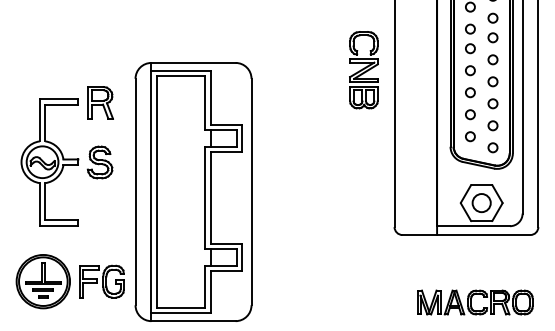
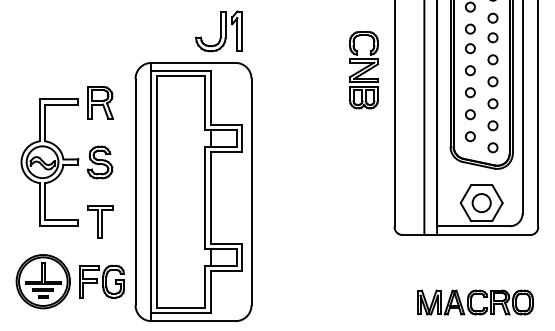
part at (218, 31): none -> present
line at (424, 118): none -> present
part at (100, 221): none -> present
